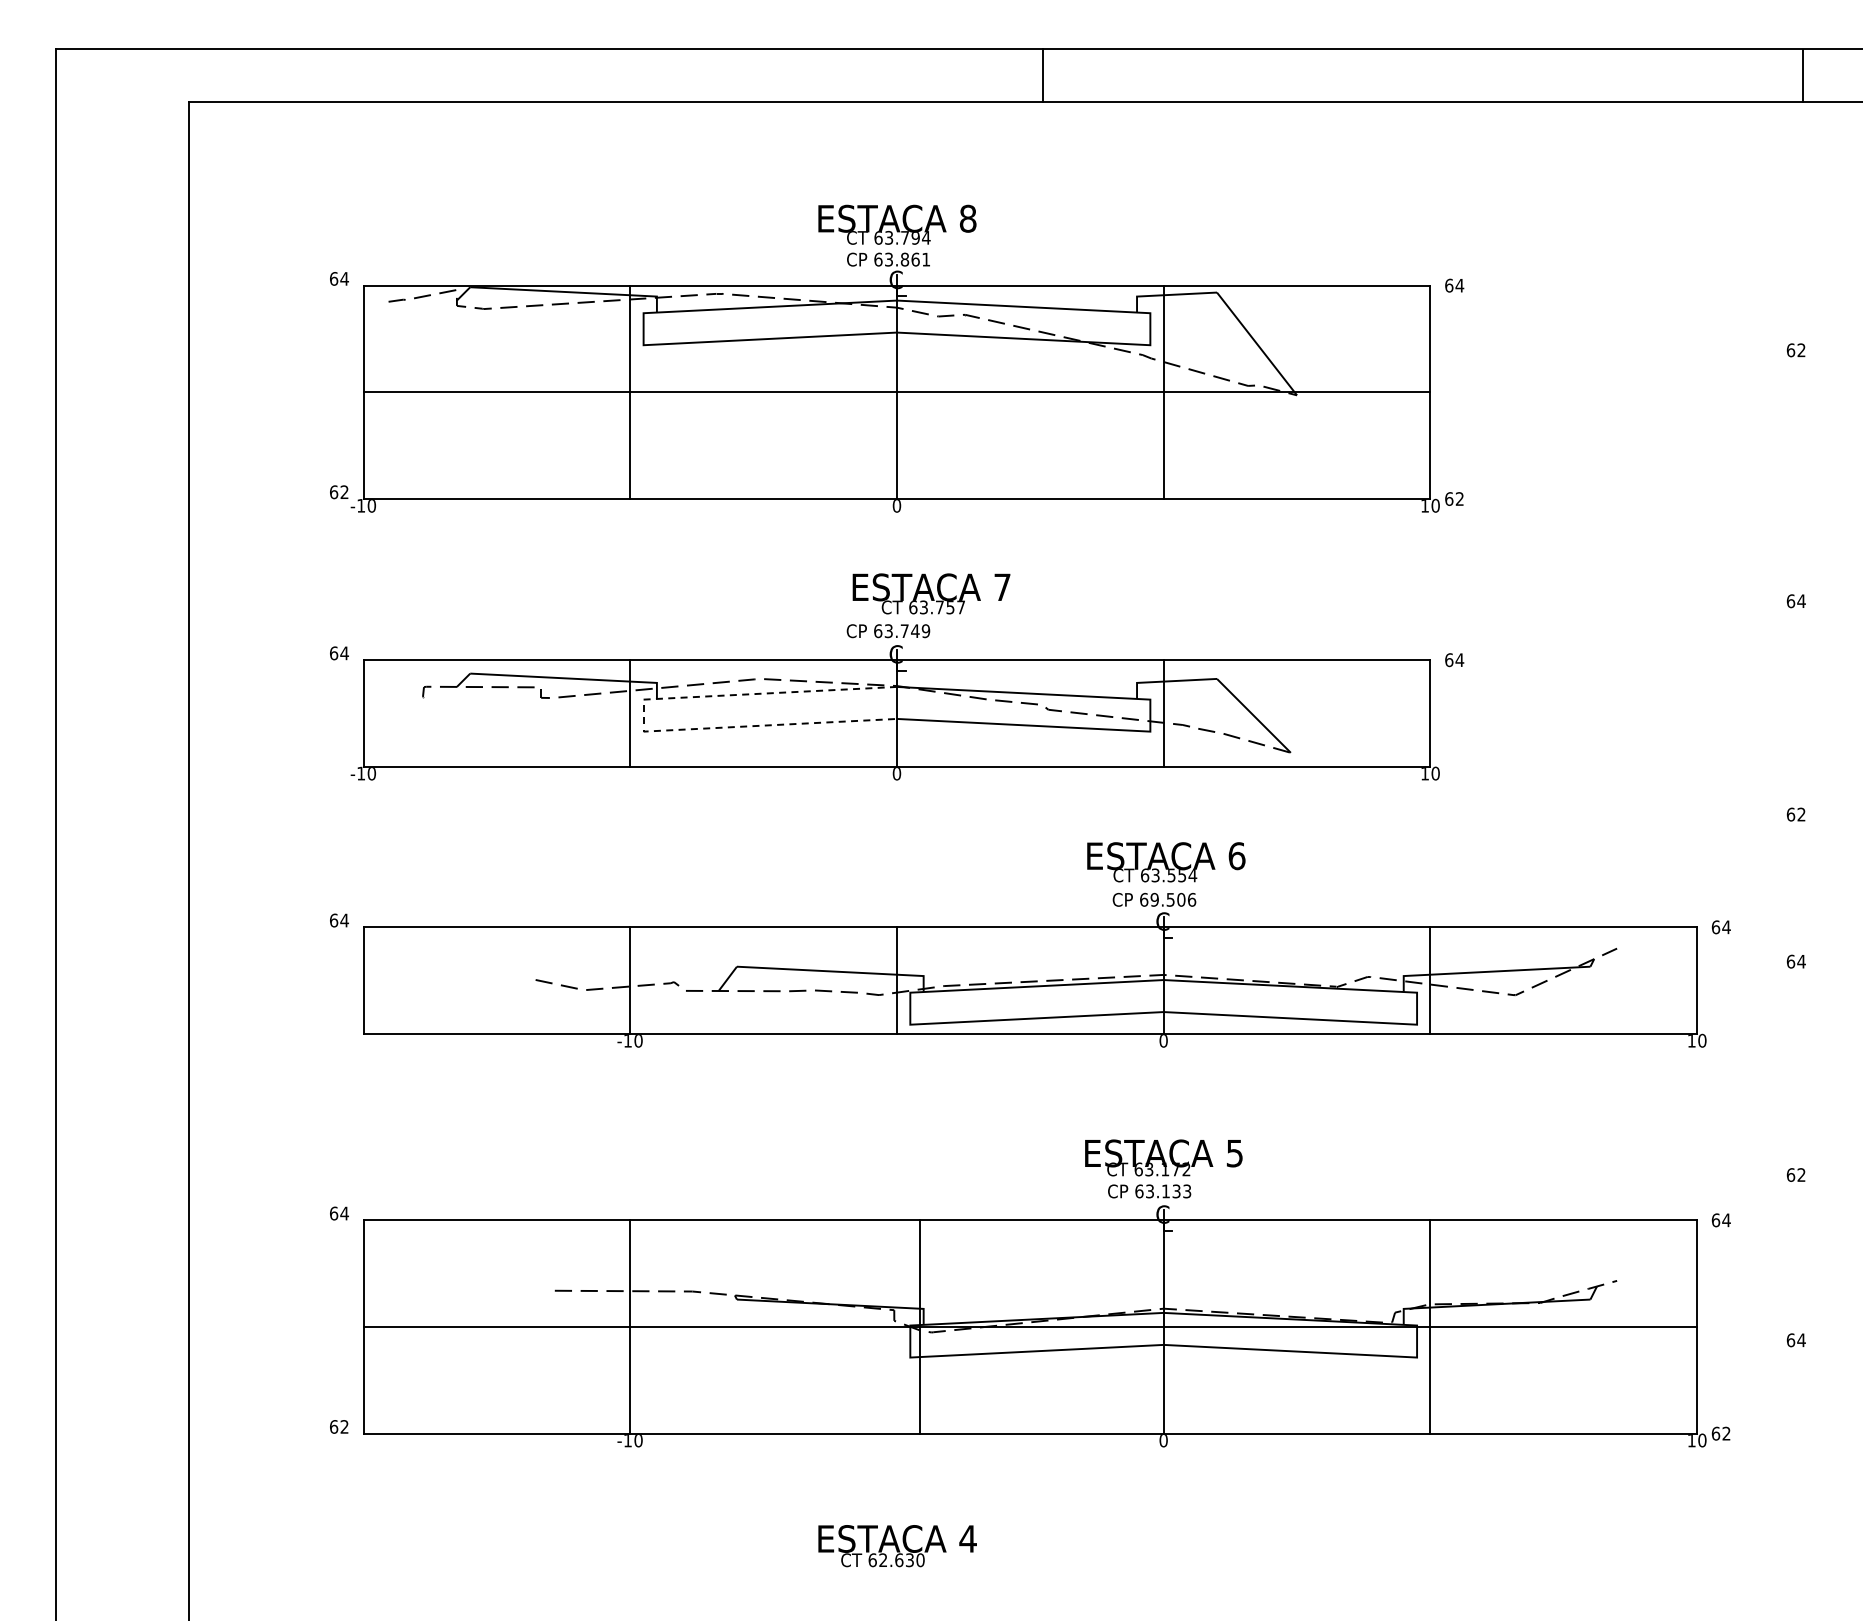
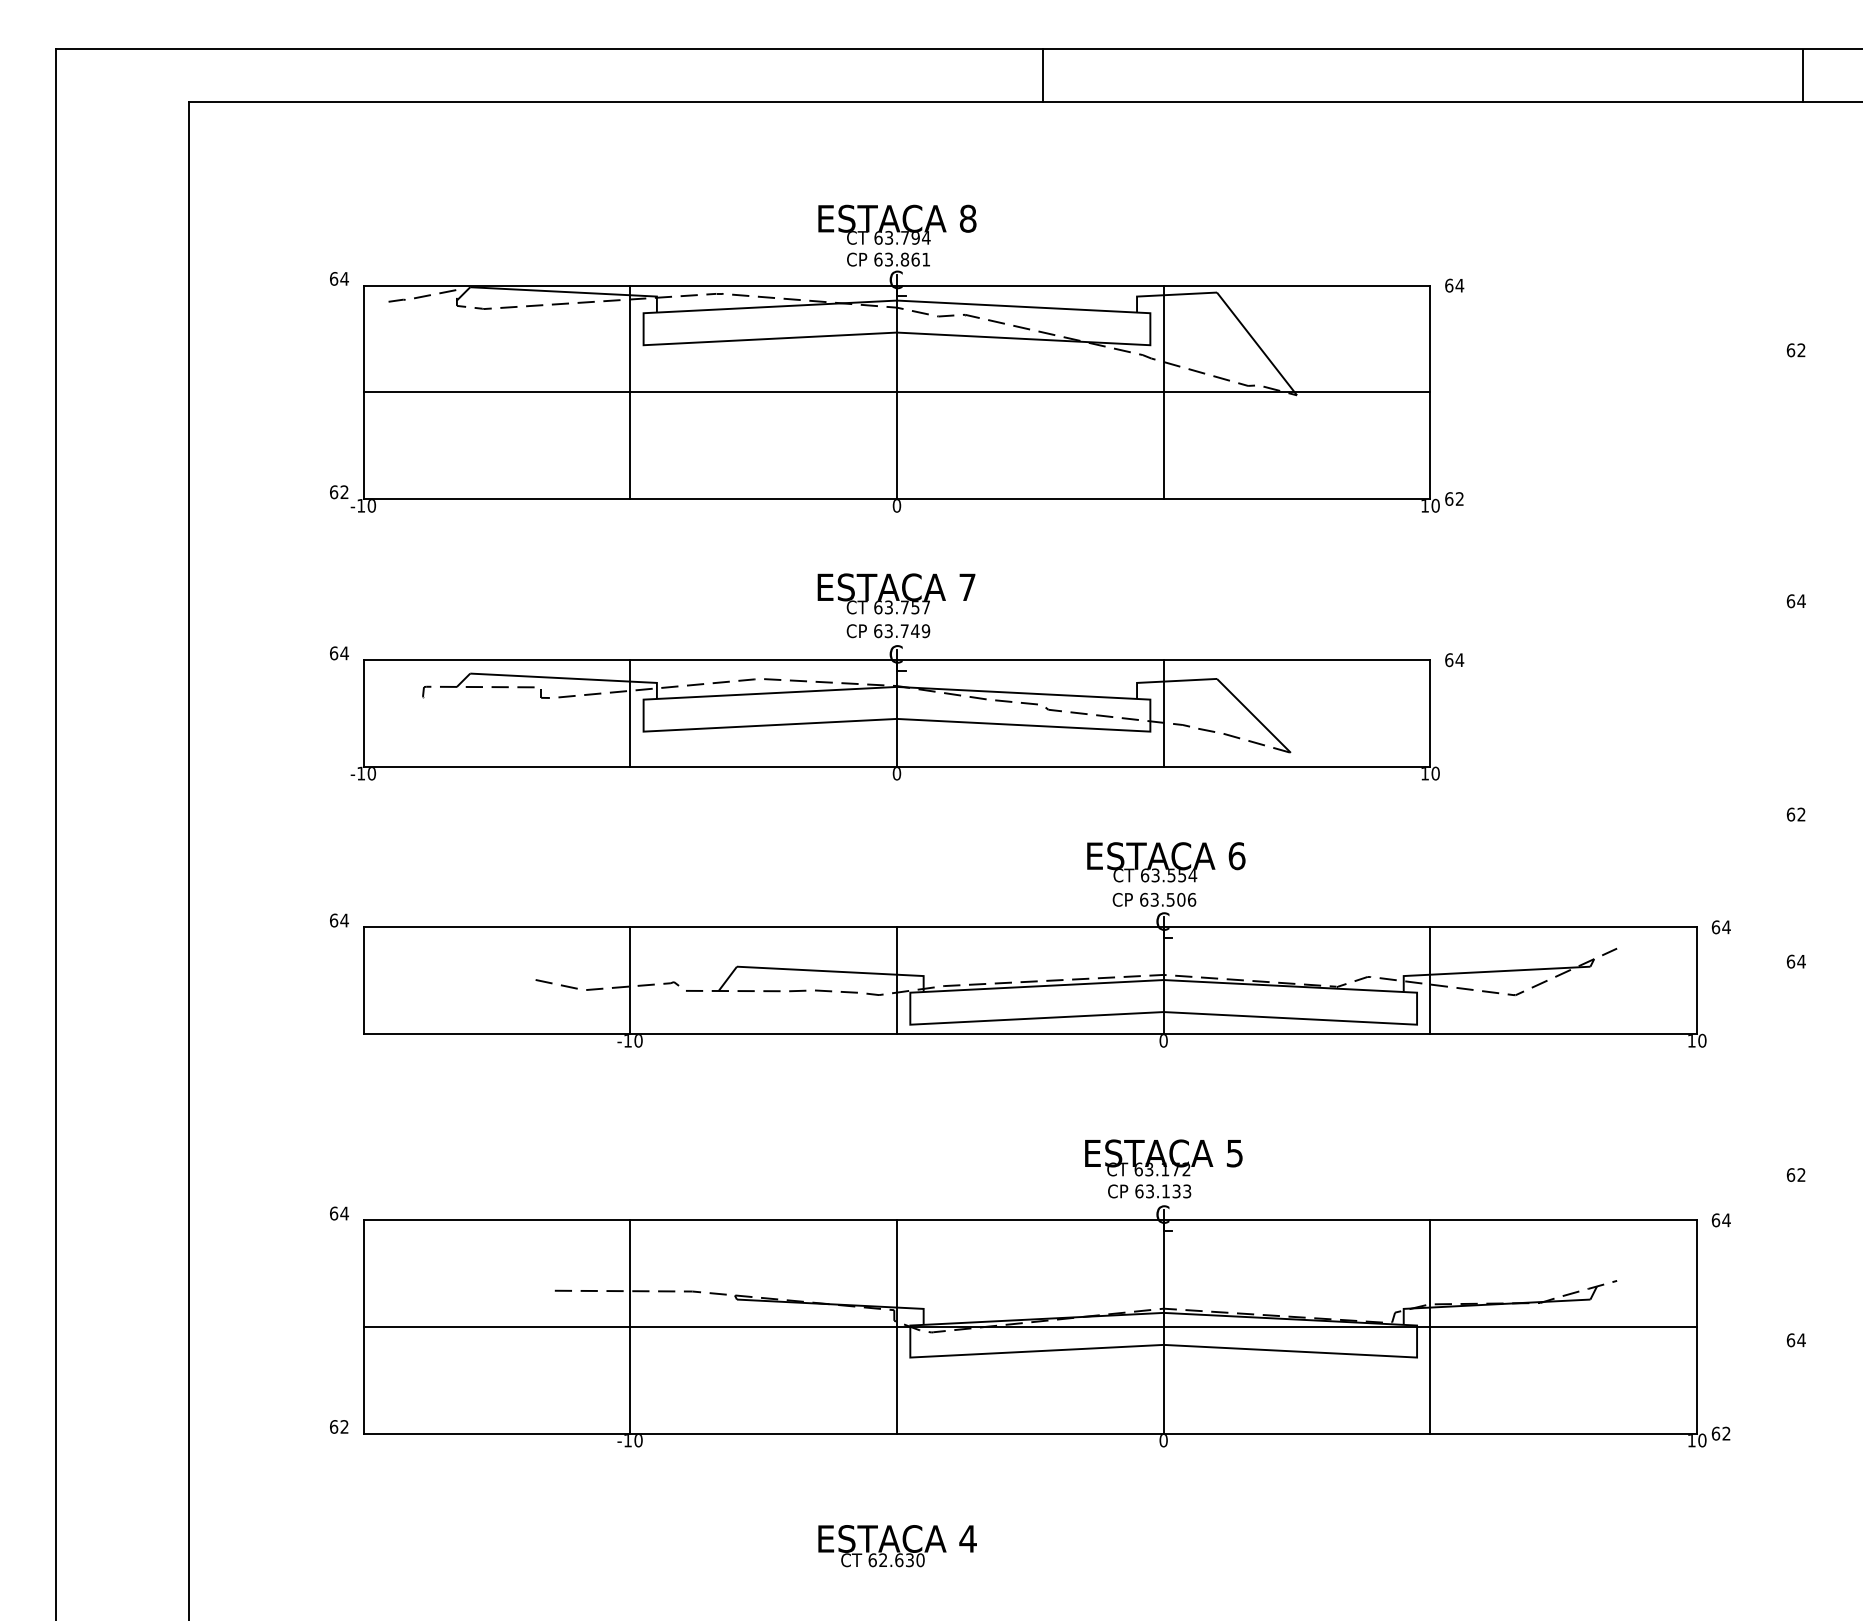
text at (931, 593) position: (931, 593) -> (896, 593)
line at (643, 716): dashed -> solid
text at (1154, 899): 69.506 -> 63.506
line at (919, 1326) position: (919, 1326) -> (896, 1326)
